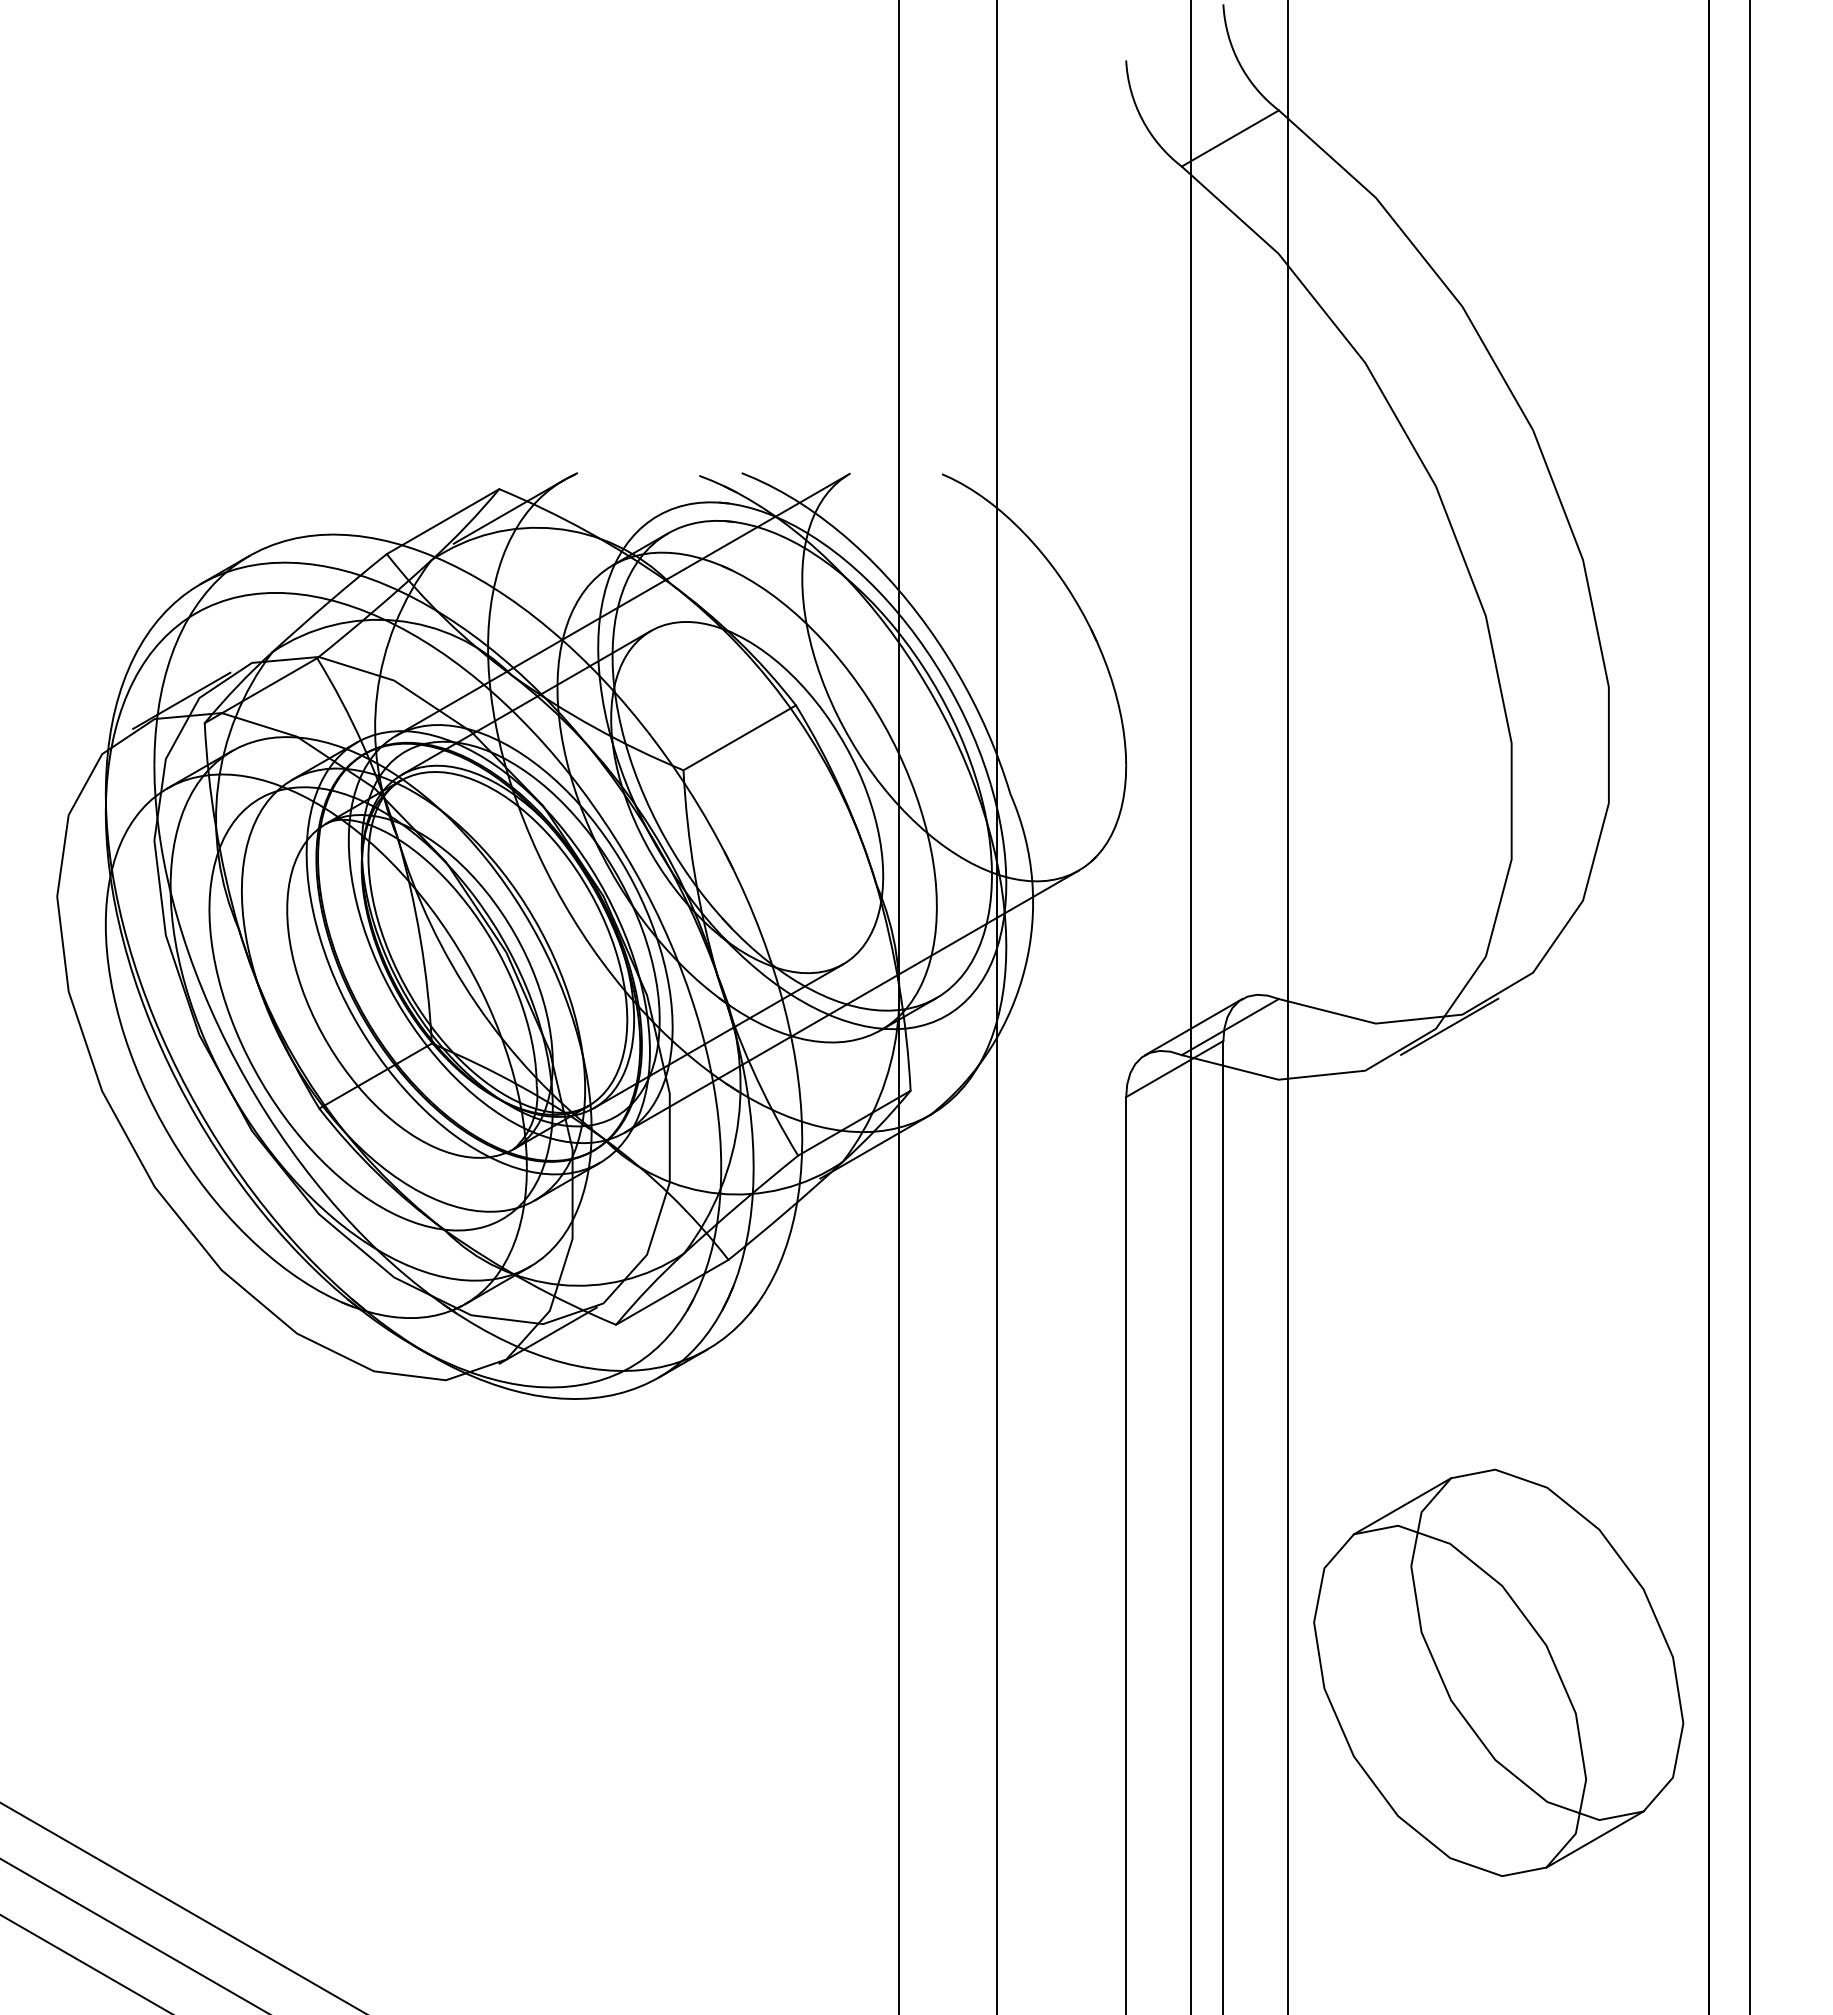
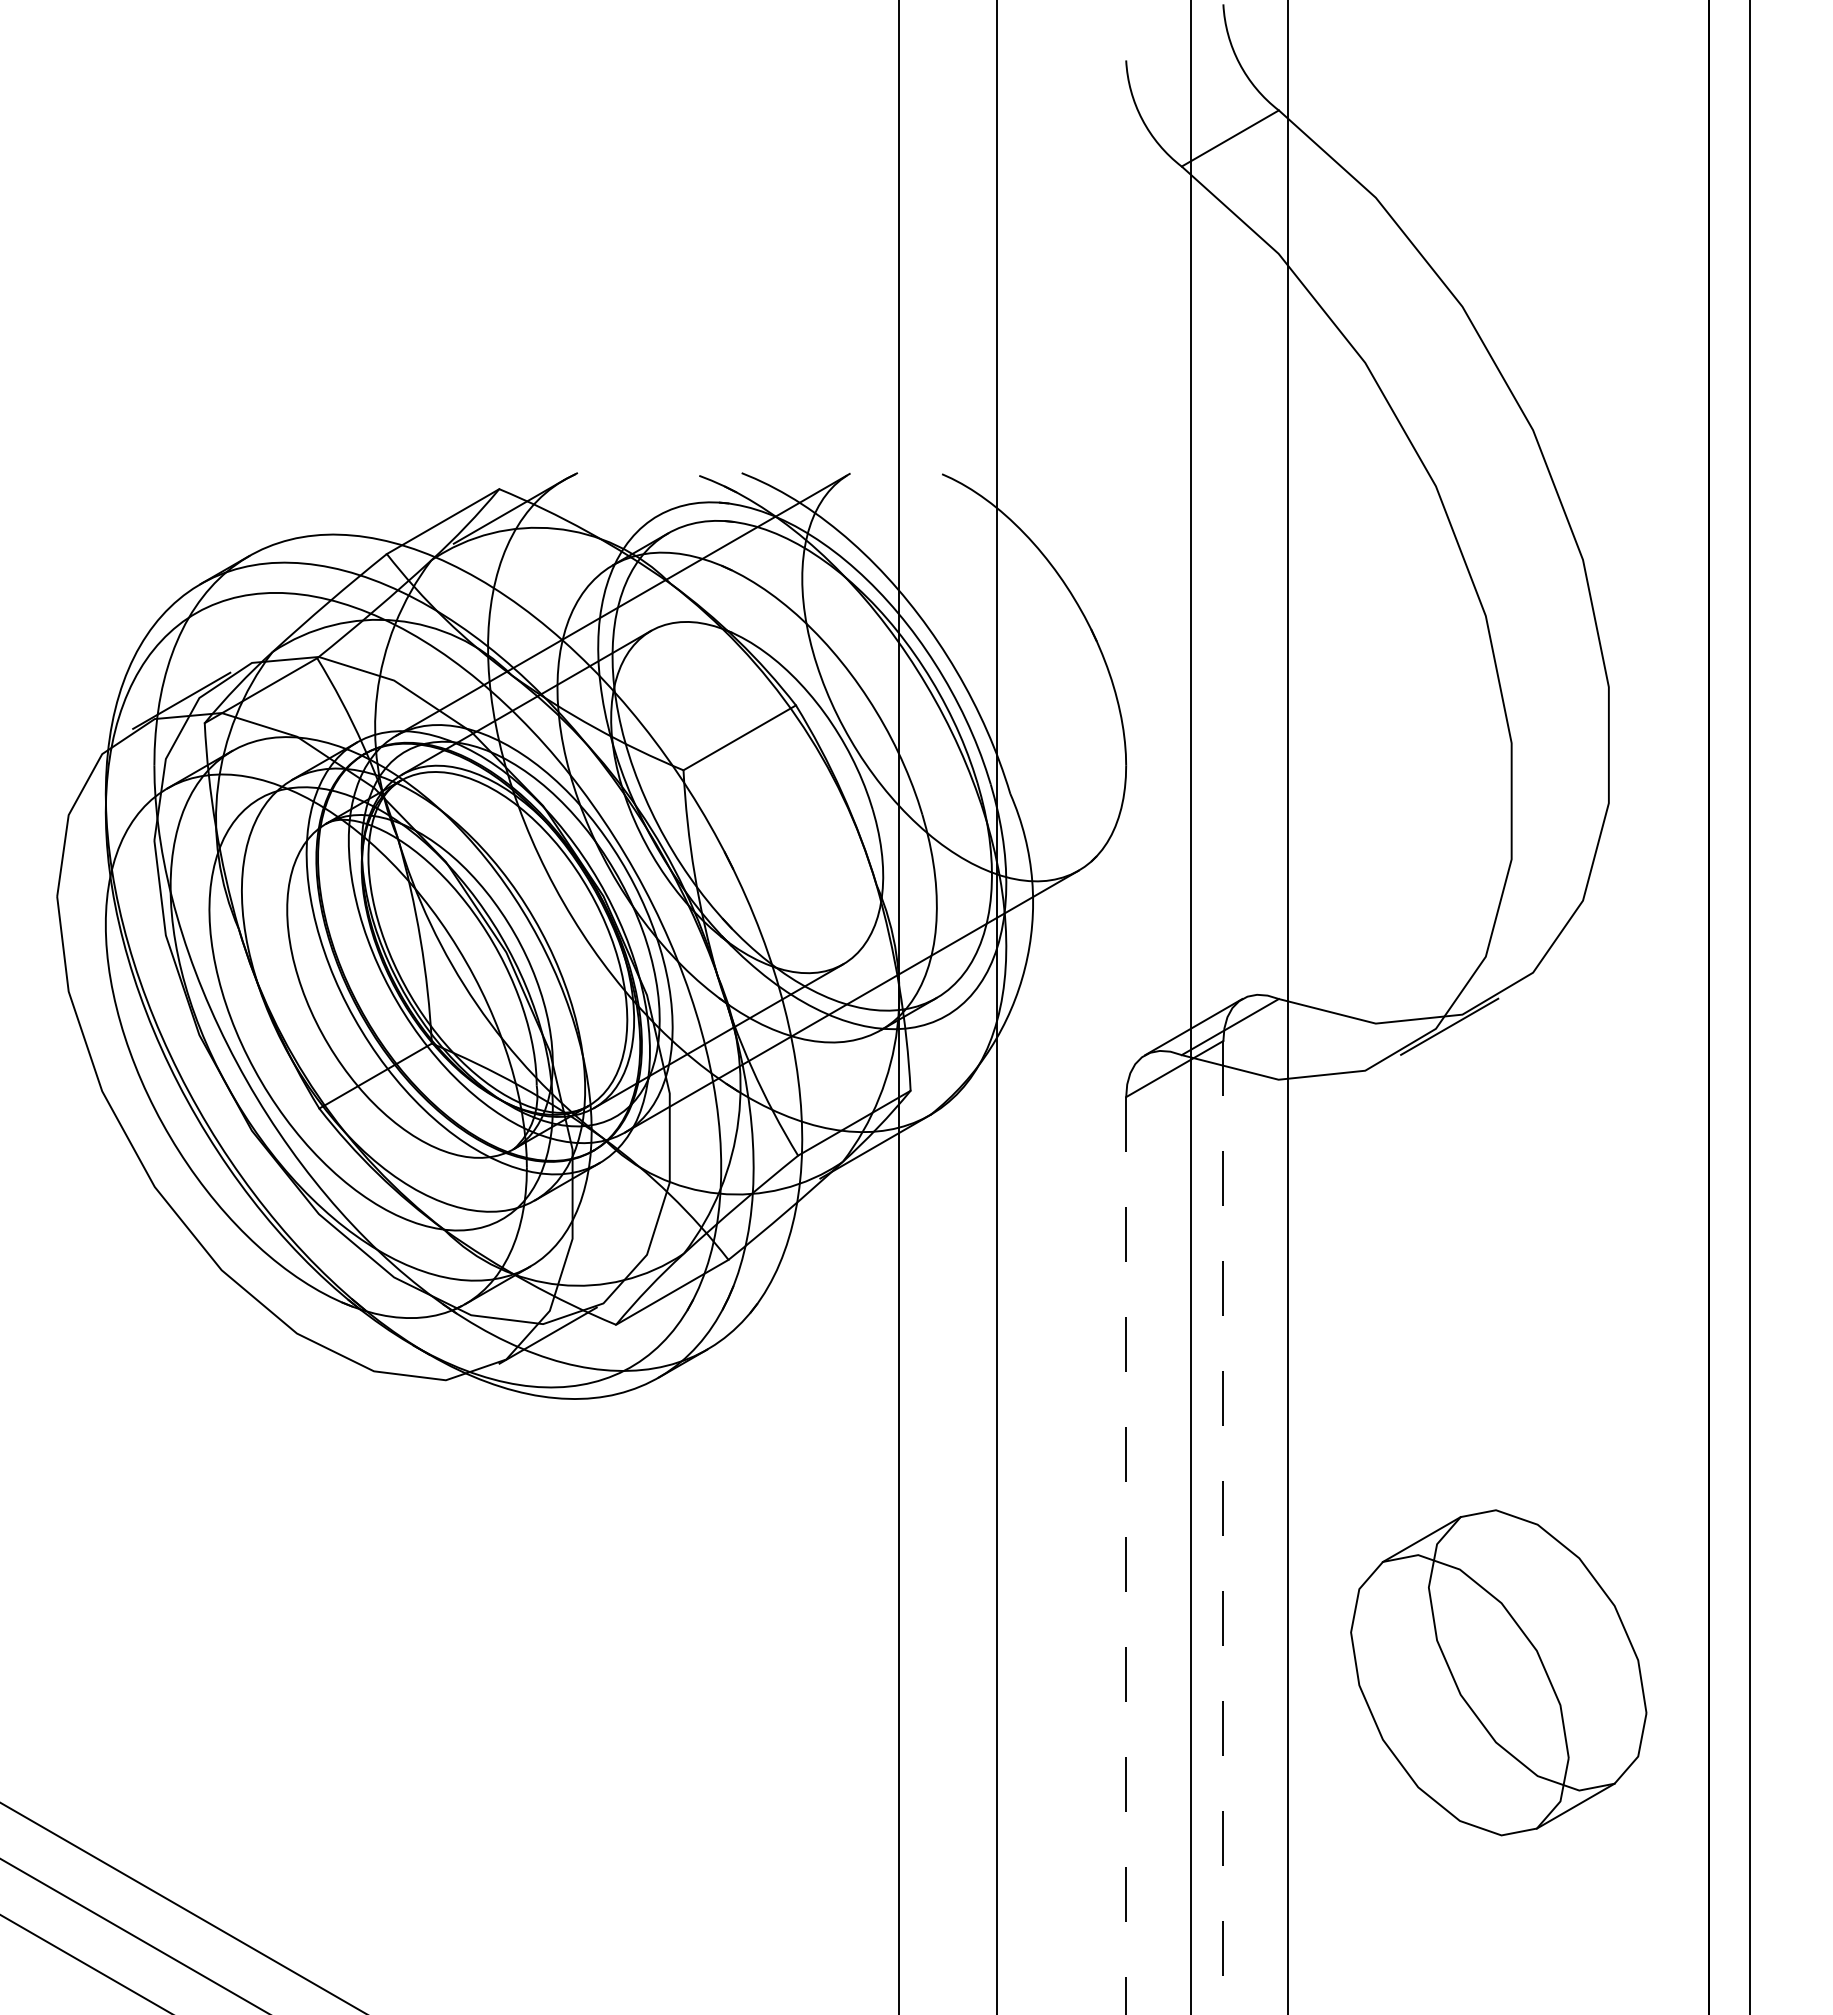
line at (1223, 1527): solid -> dashed
line at (1126, 1555): solid -> dashed
part at (1498, 1672) size: 372x409 px -> 298x328 px
